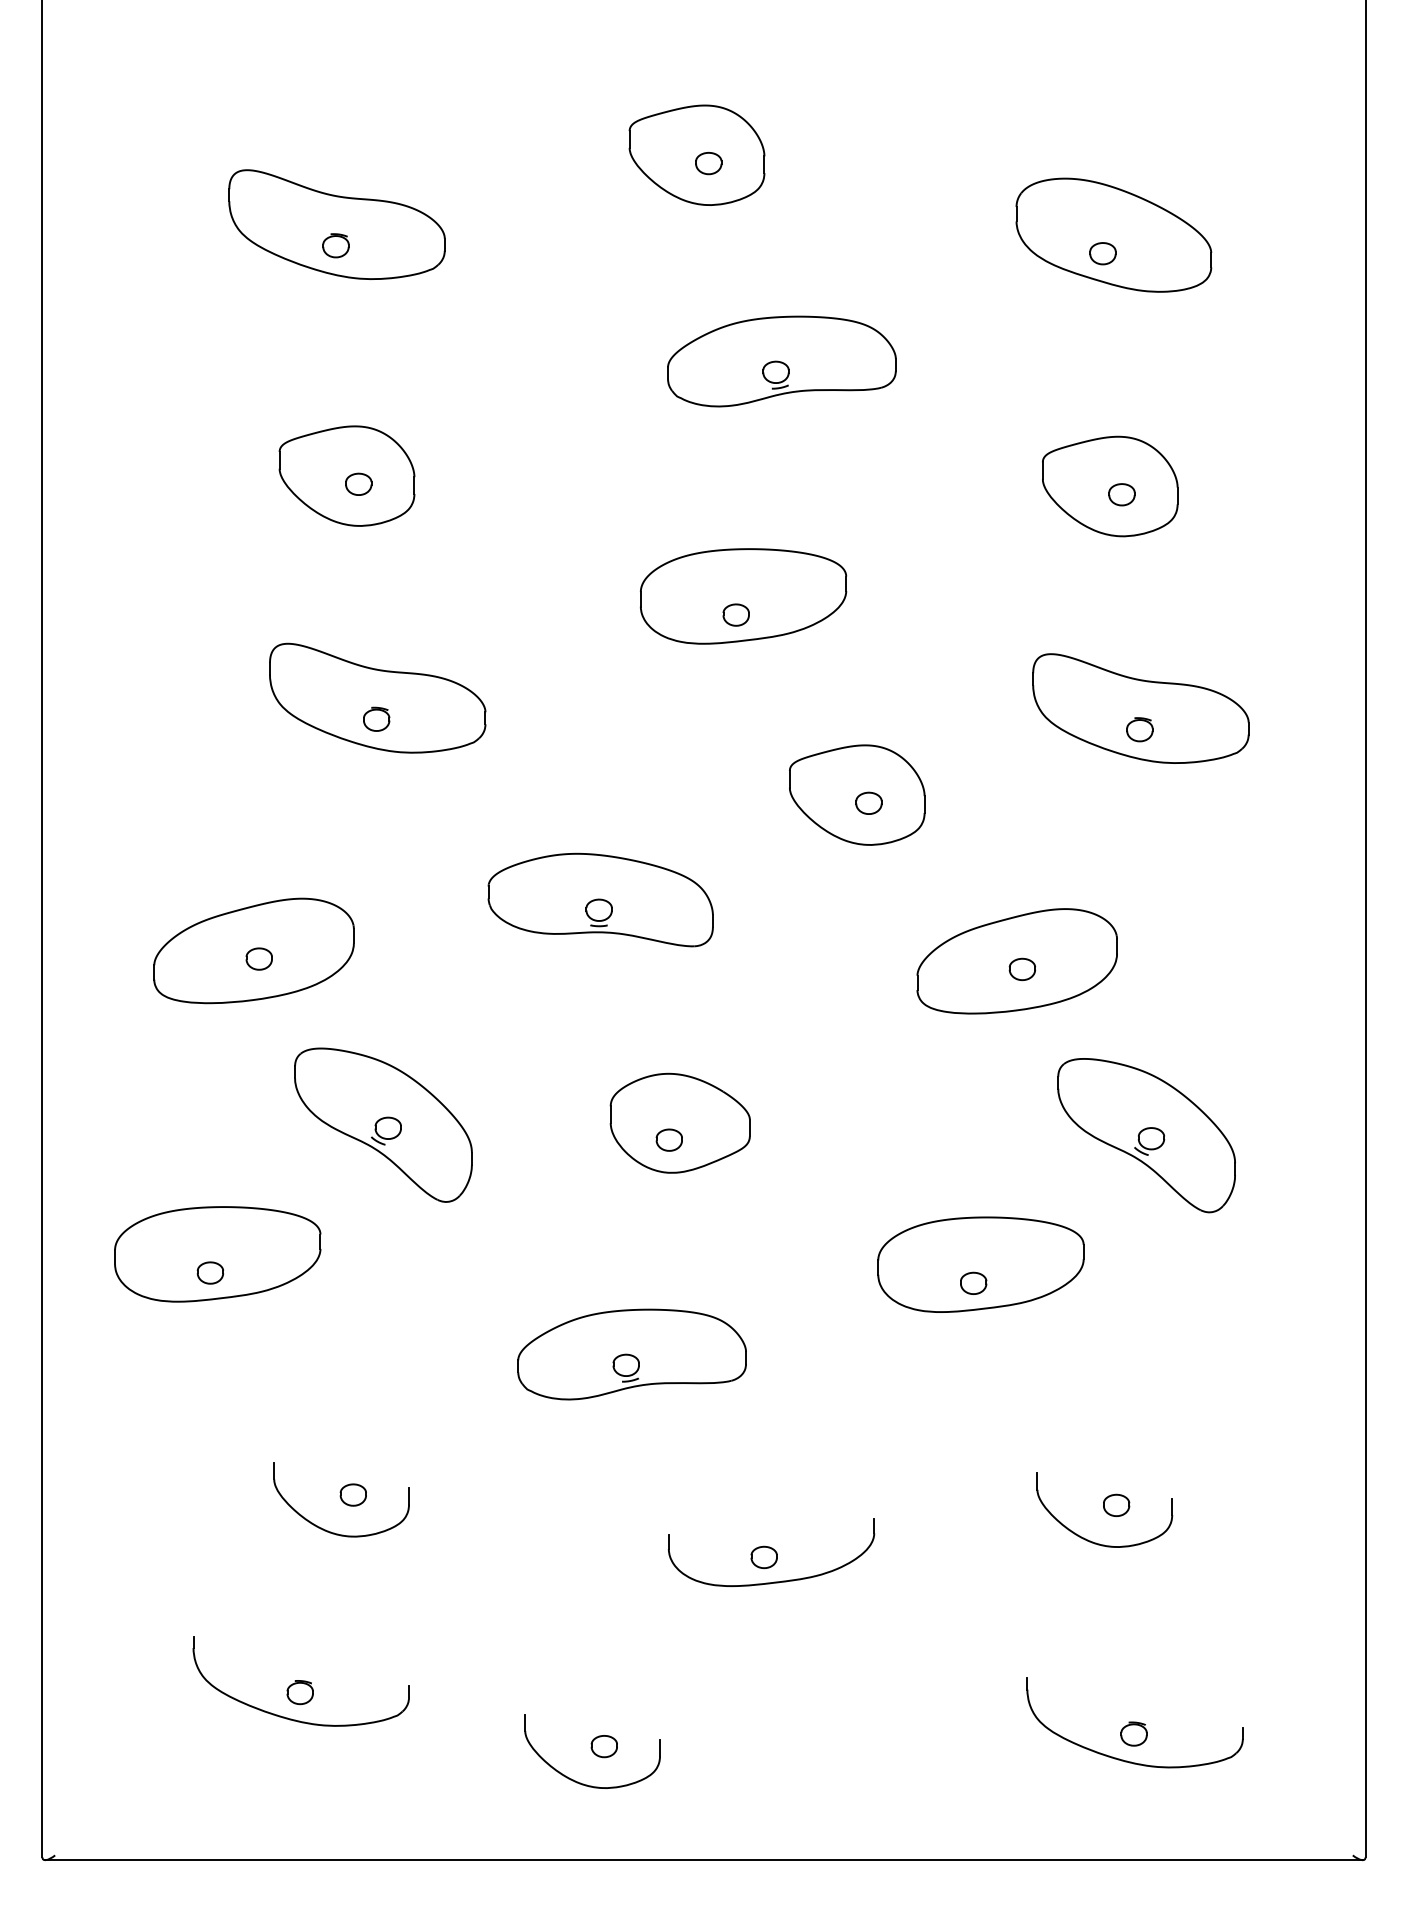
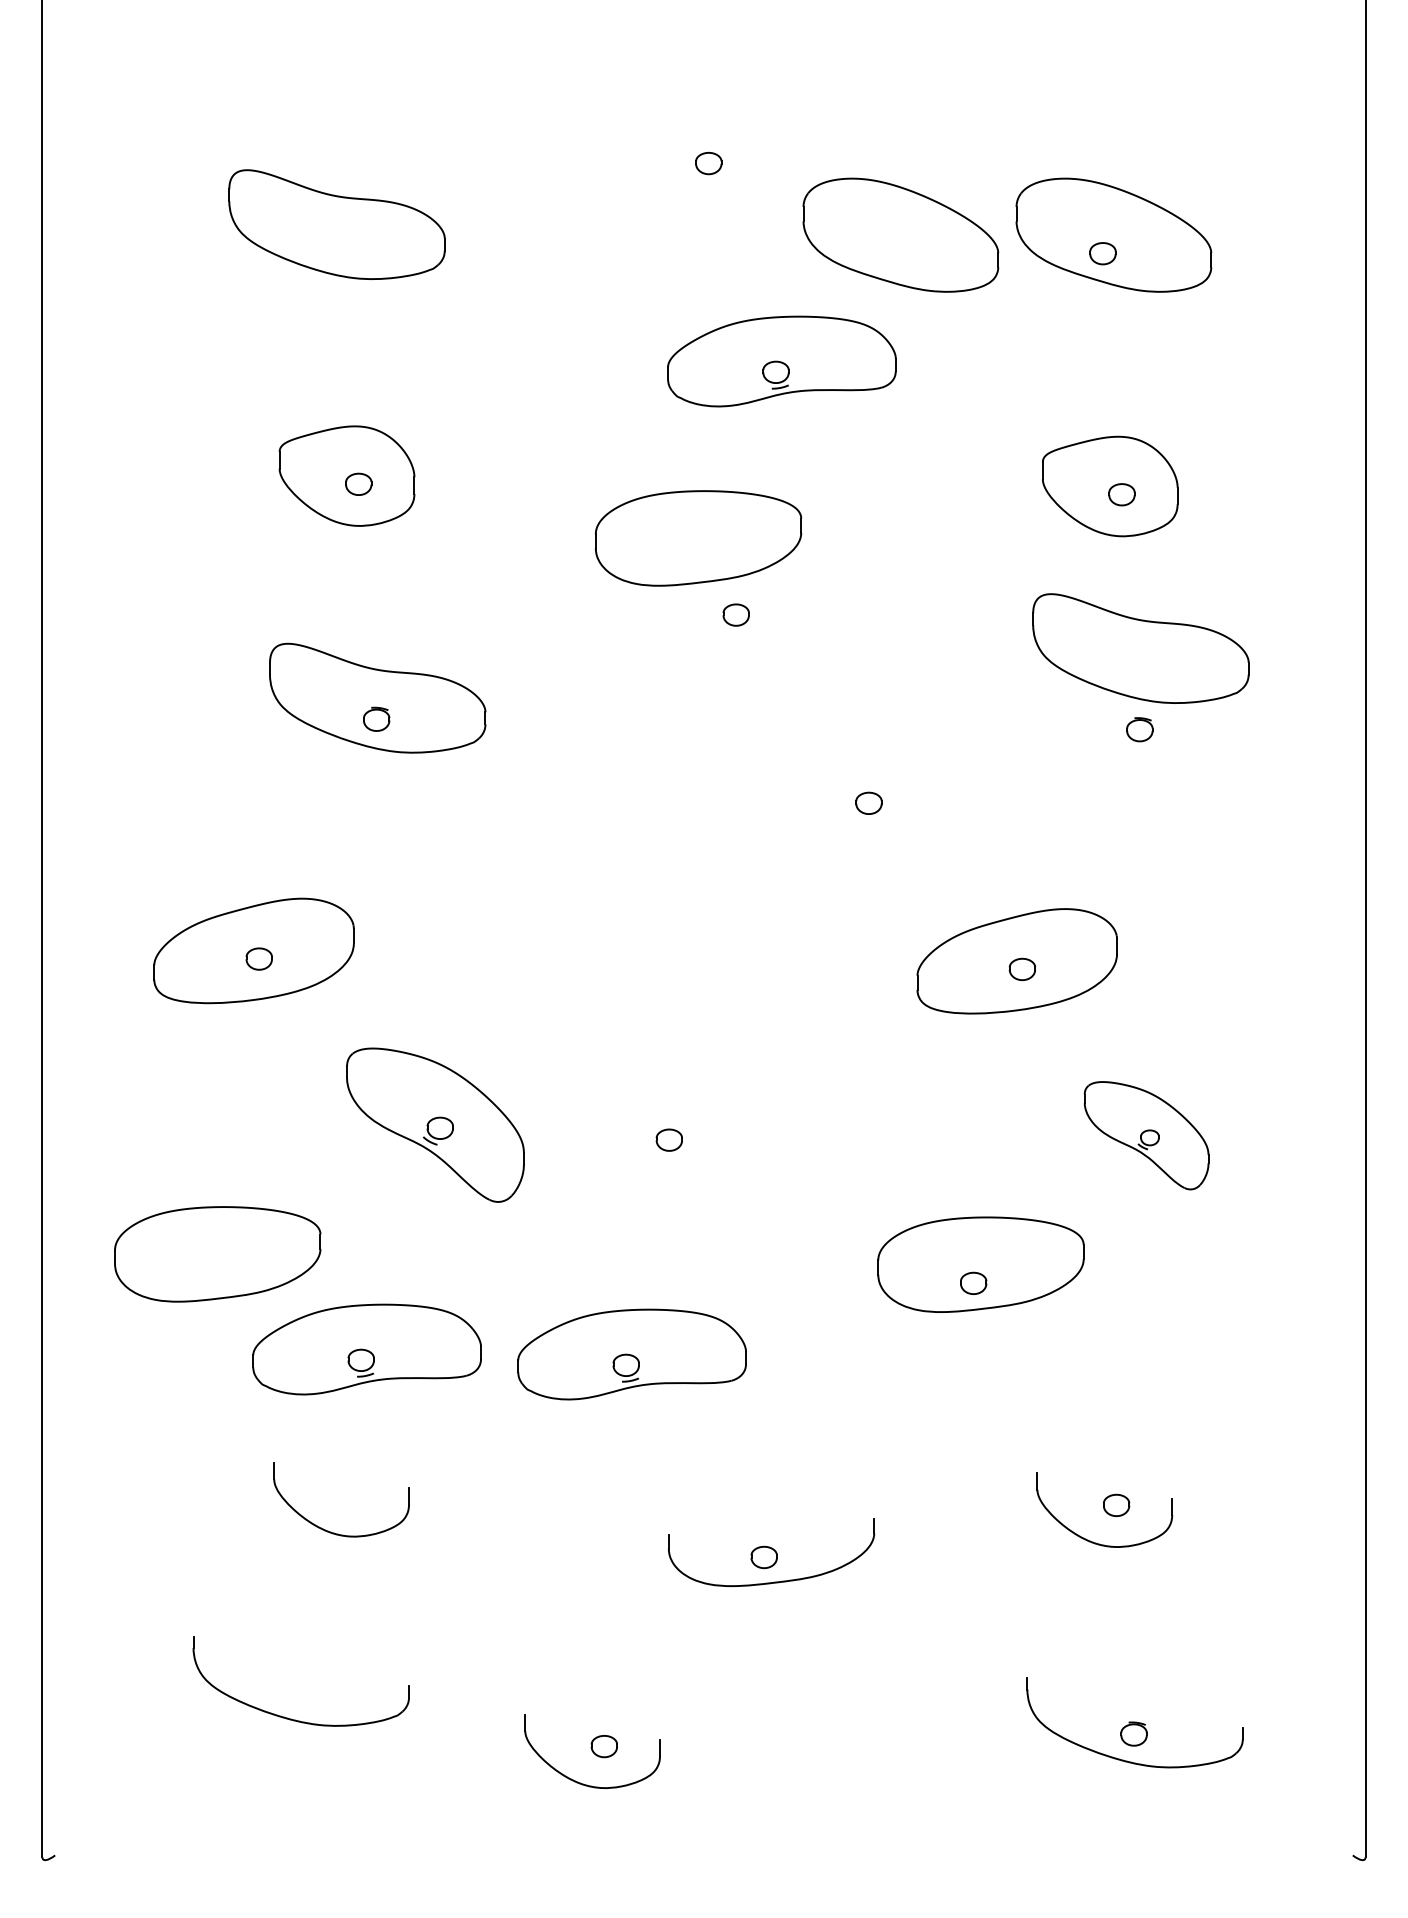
part at (696, 154): present -> none
part at (900, 234): none -> present
part at (335, 245): present -> none
part at (743, 596) position: (743, 596) -> (698, 538)
part at (1140, 708) position: (1140, 708) -> (1140, 648)
part at (857, 794): present -> none
part at (600, 899): present -> none
part at (679, 1122): present -> none
part at (383, 1124) position: (383, 1124) -> (435, 1124)
part at (1146, 1135) size: 179x156 px -> 127x110 px
part at (209, 1272): present -> none
part at (366, 1349): none -> present
part at (352, 1494): present -> none
part at (299, 1692): present -> none
line at (703, 1860): present -> none
